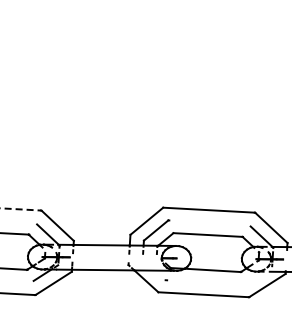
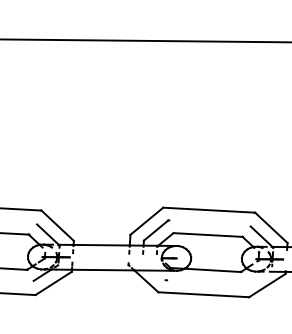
line at (145, 40): none -> present
line at (21, 209): dashed -> solid
